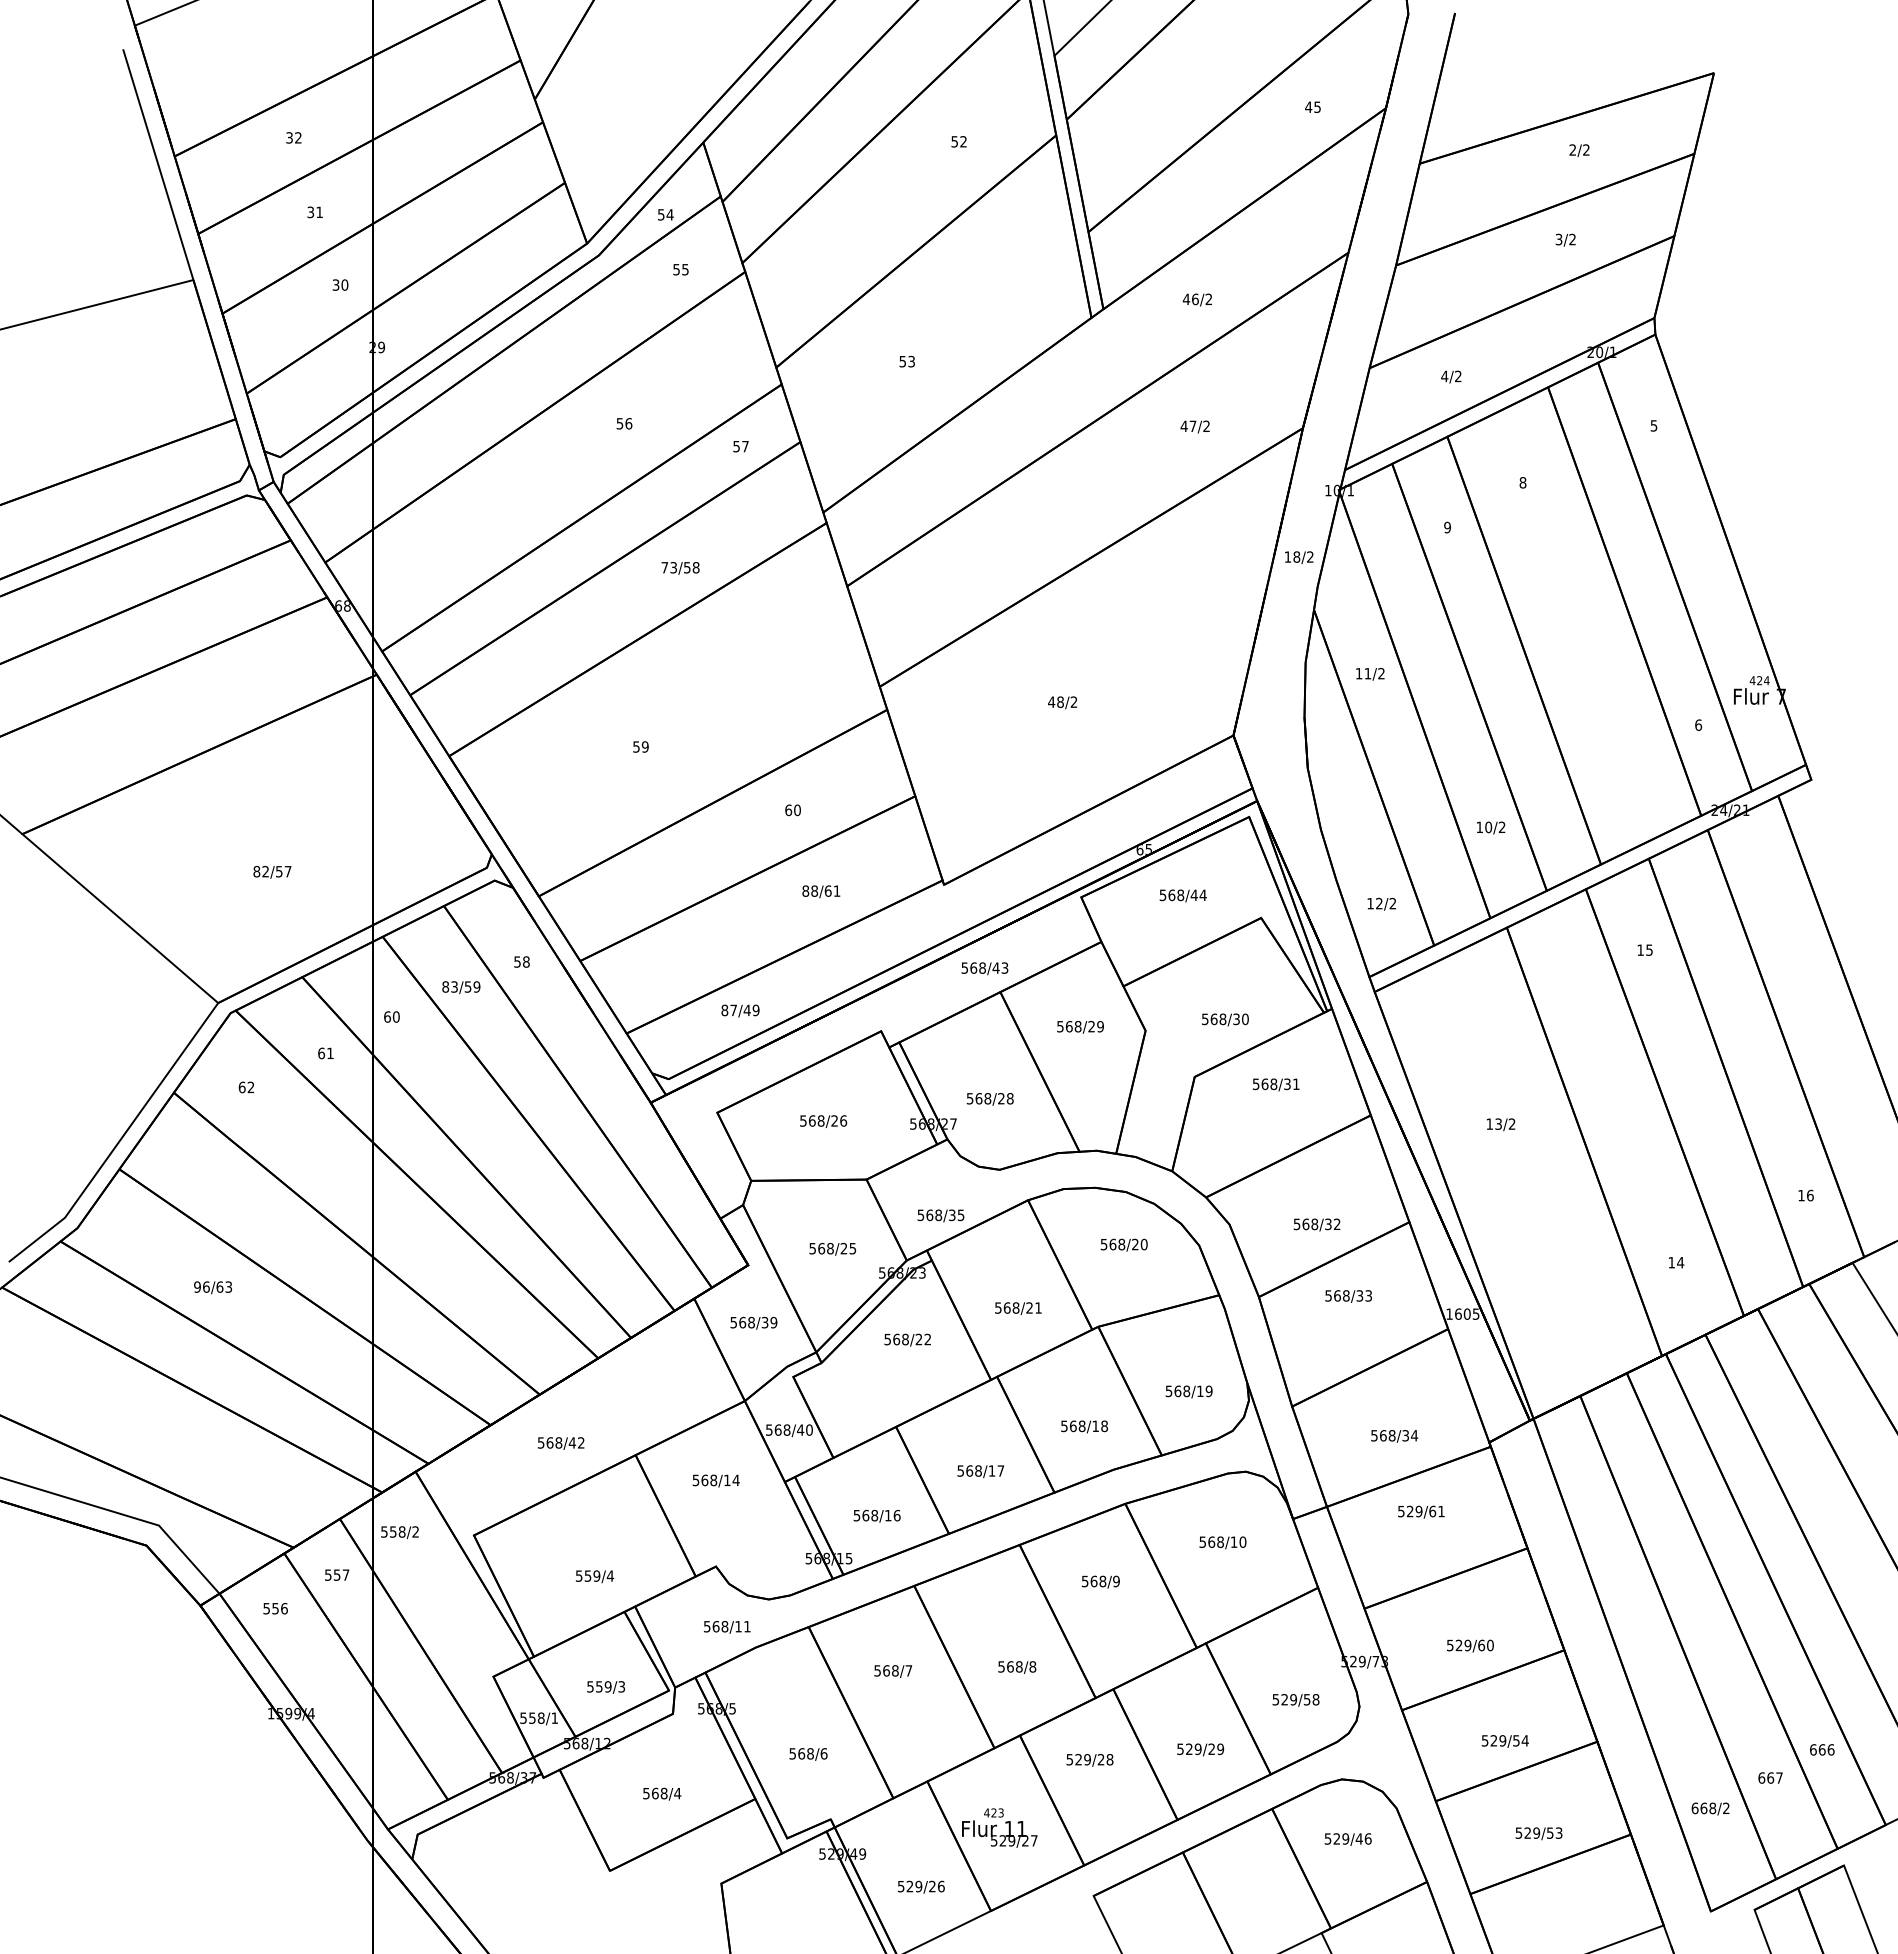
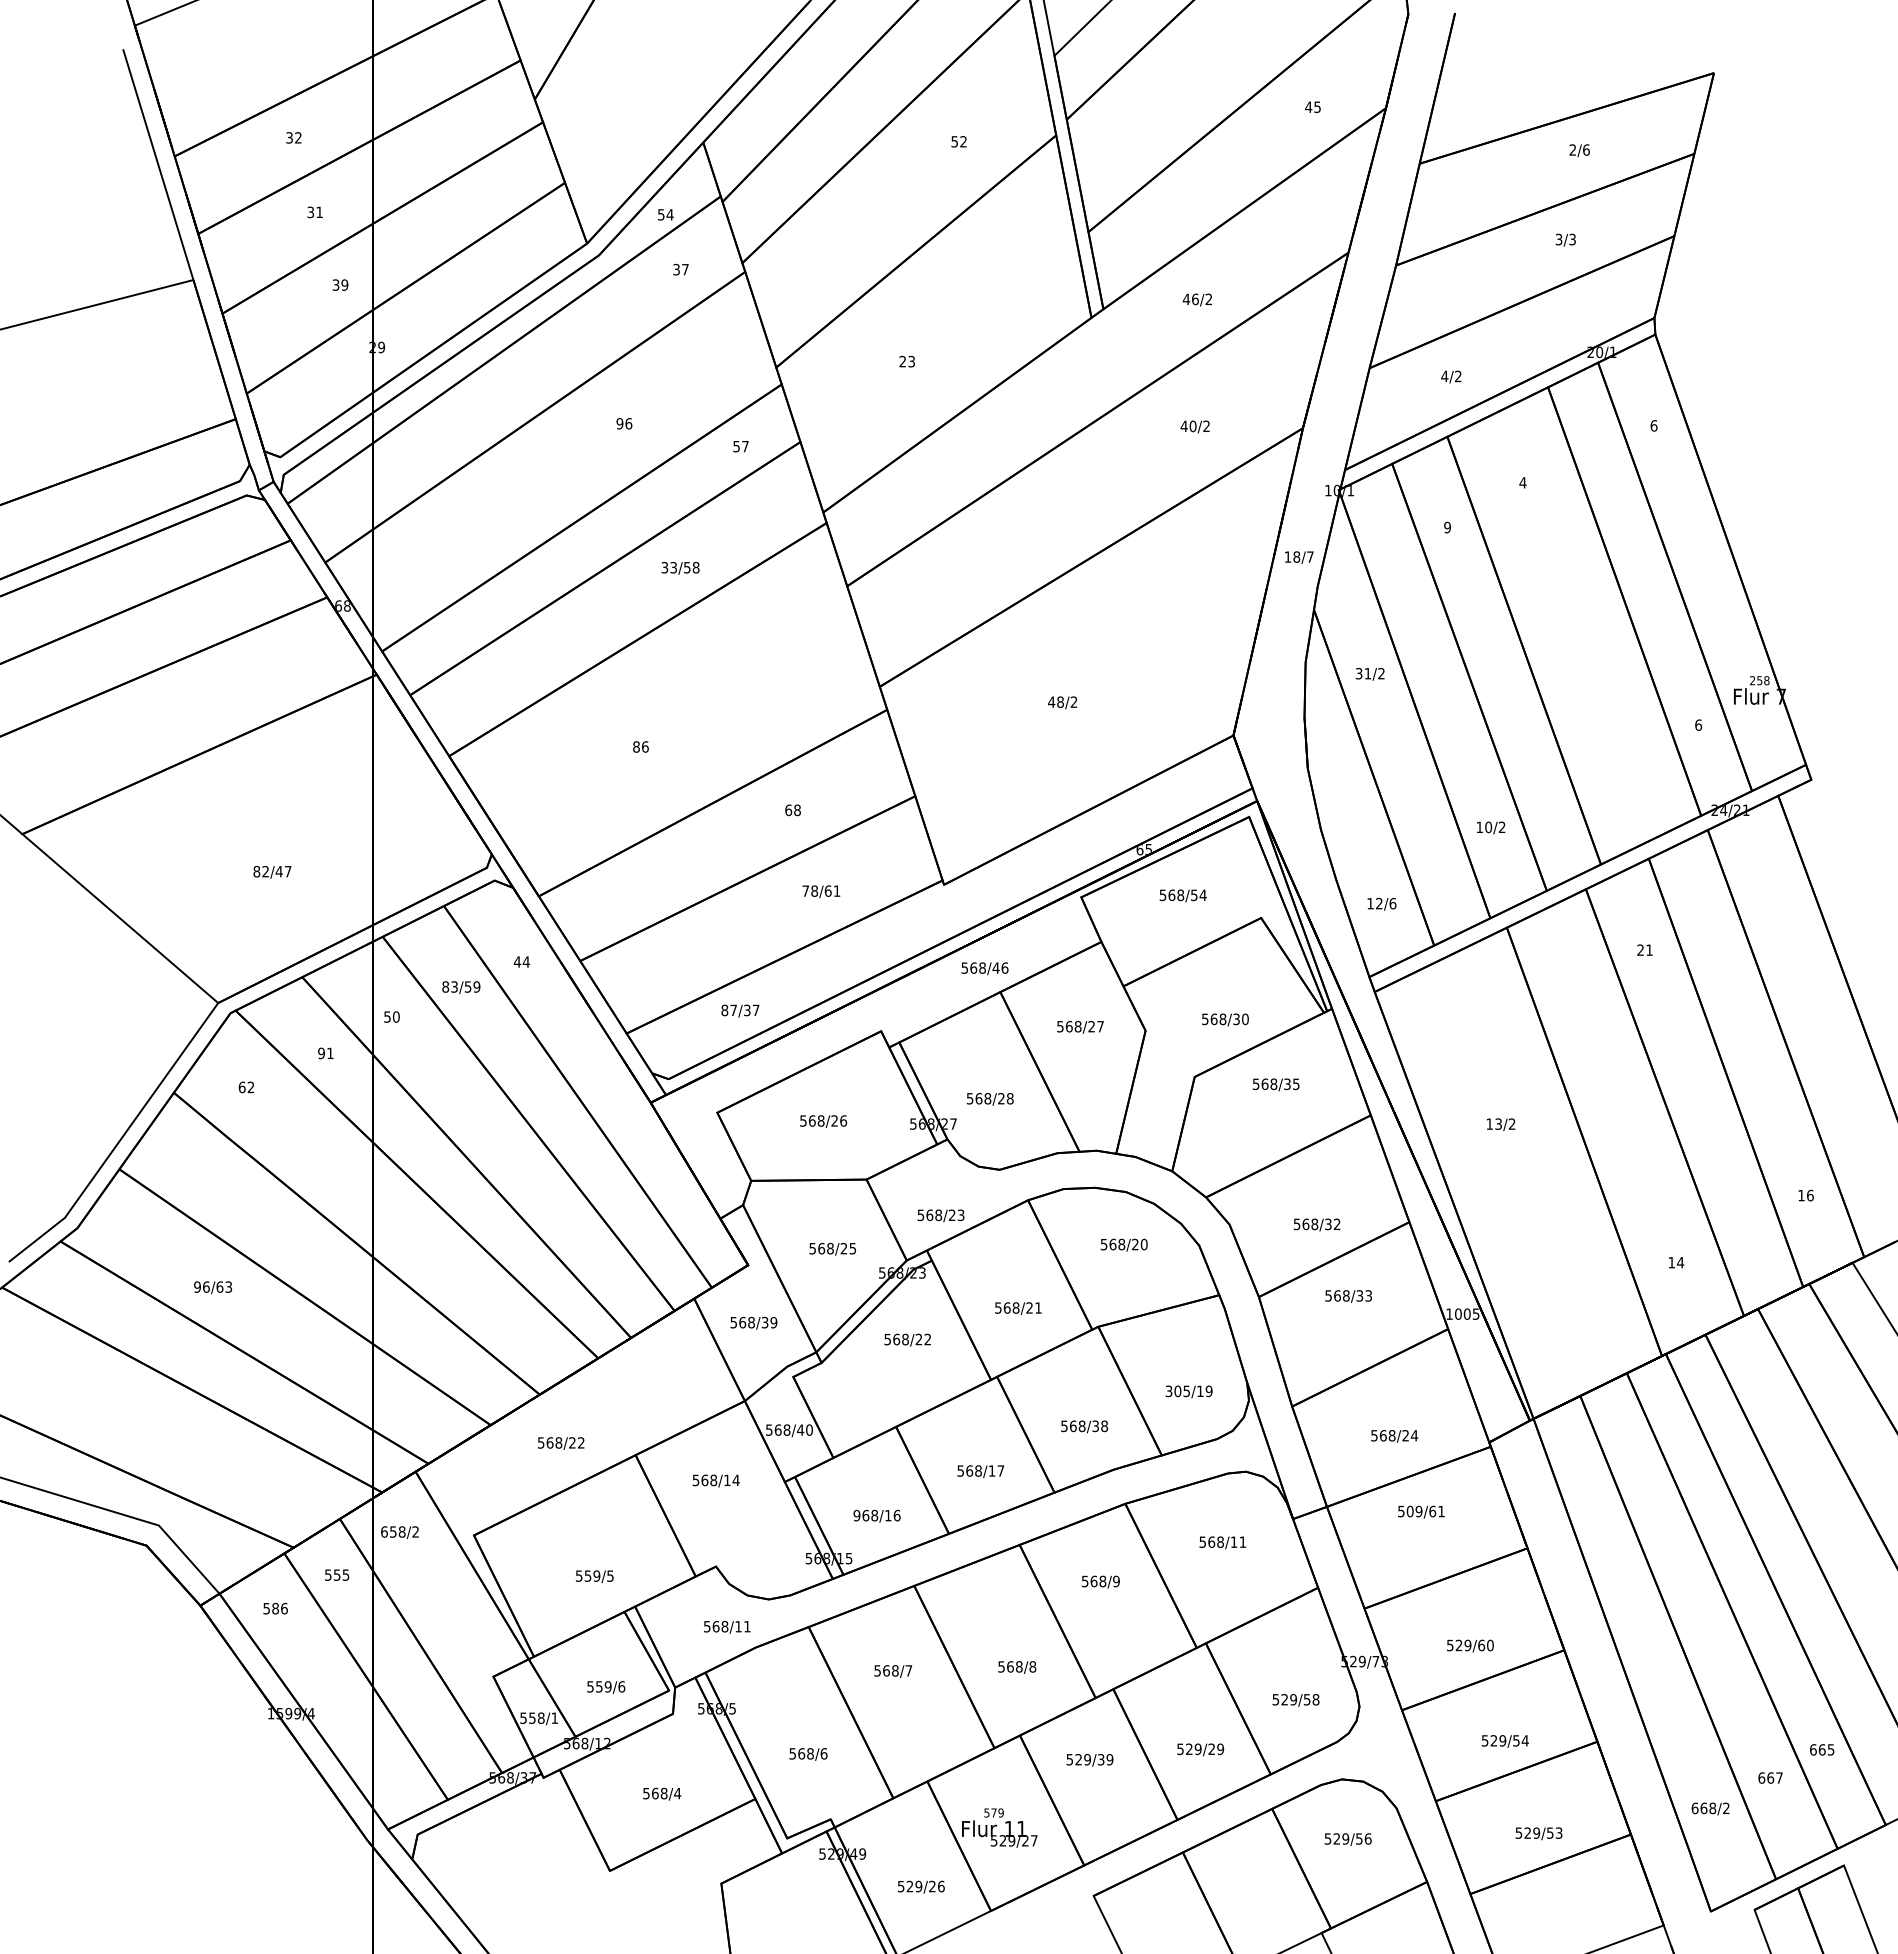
text at (1586, 149): 2/2 -> 2/6
text at (1572, 239): 3/2 -> 3/3
text at (680, 269): 55 -> 37
text at (344, 284): 30 -> 39
text at (902, 361): 53 -> 23
text at (619, 423): 56 -> 96
text at (1653, 425): 5 -> 6
text at (1192, 426): 47/2 -> 40/2
text at (1522, 482): 8 -> 4
text at (1310, 556): 18/2 -> 18/7
text at (664, 567): 73/58 -> 33/58
text at (1358, 673): 11/2 -> 31/2
text at (1759, 680): 424 -> 258
text at (640, 746): 59 -> 86
text at (797, 810): 60 -> 68
text at (278, 871): 82/57 -> 82/47
text at (805, 890): 88/61 -> 78/61
text at (1193, 895): 568/44 -> 568/54
text at (1392, 903): 12/2 -> 12/6
text at (1644, 949): 15 -> 21
text at (521, 961): 58 -> 44
text at (1004, 967): 568/43 -> 568/46
text at (751, 1010): 87/49 -> 87/37
text at (387, 1016): 60 -> 50
text at (1100, 1026): 568/29 -> 568/27
text at (321, 1053): 61 -> 91
text at (1296, 1084): 568/31 -> 568/35
text at (956, 1215): 568/35 -> 568/23
text at (1458, 1313): 1605 -> 1005
text at (1178, 1391): 568/19 -> 305/19
text at (1095, 1426): 568/18 -> 568/38
text at (1405, 1435): 568/34 -> 568/24
text at (572, 1442): 568/42 -> 568/22
text at (1409, 1511): 529/61 -> 509/61
text at (856, 1515): 568/16 -> 968/16
text at (384, 1531): 558/2 -> 658/2
text at (1242, 1541): 568/10 -> 568/11
text at (345, 1574): 557 -> 555
text at (610, 1575): 559/4 -> 559/5
text at (275, 1608): 556 -> 586
text at (621, 1686): 559/3 -> 559/6
text at (1830, 1749): 666 -> 665
text at (1105, 1759): 529/28 -> 529/39
text at (993, 1812): 423 -> 579
text at (1358, 1838): 529/46 -> 529/56
